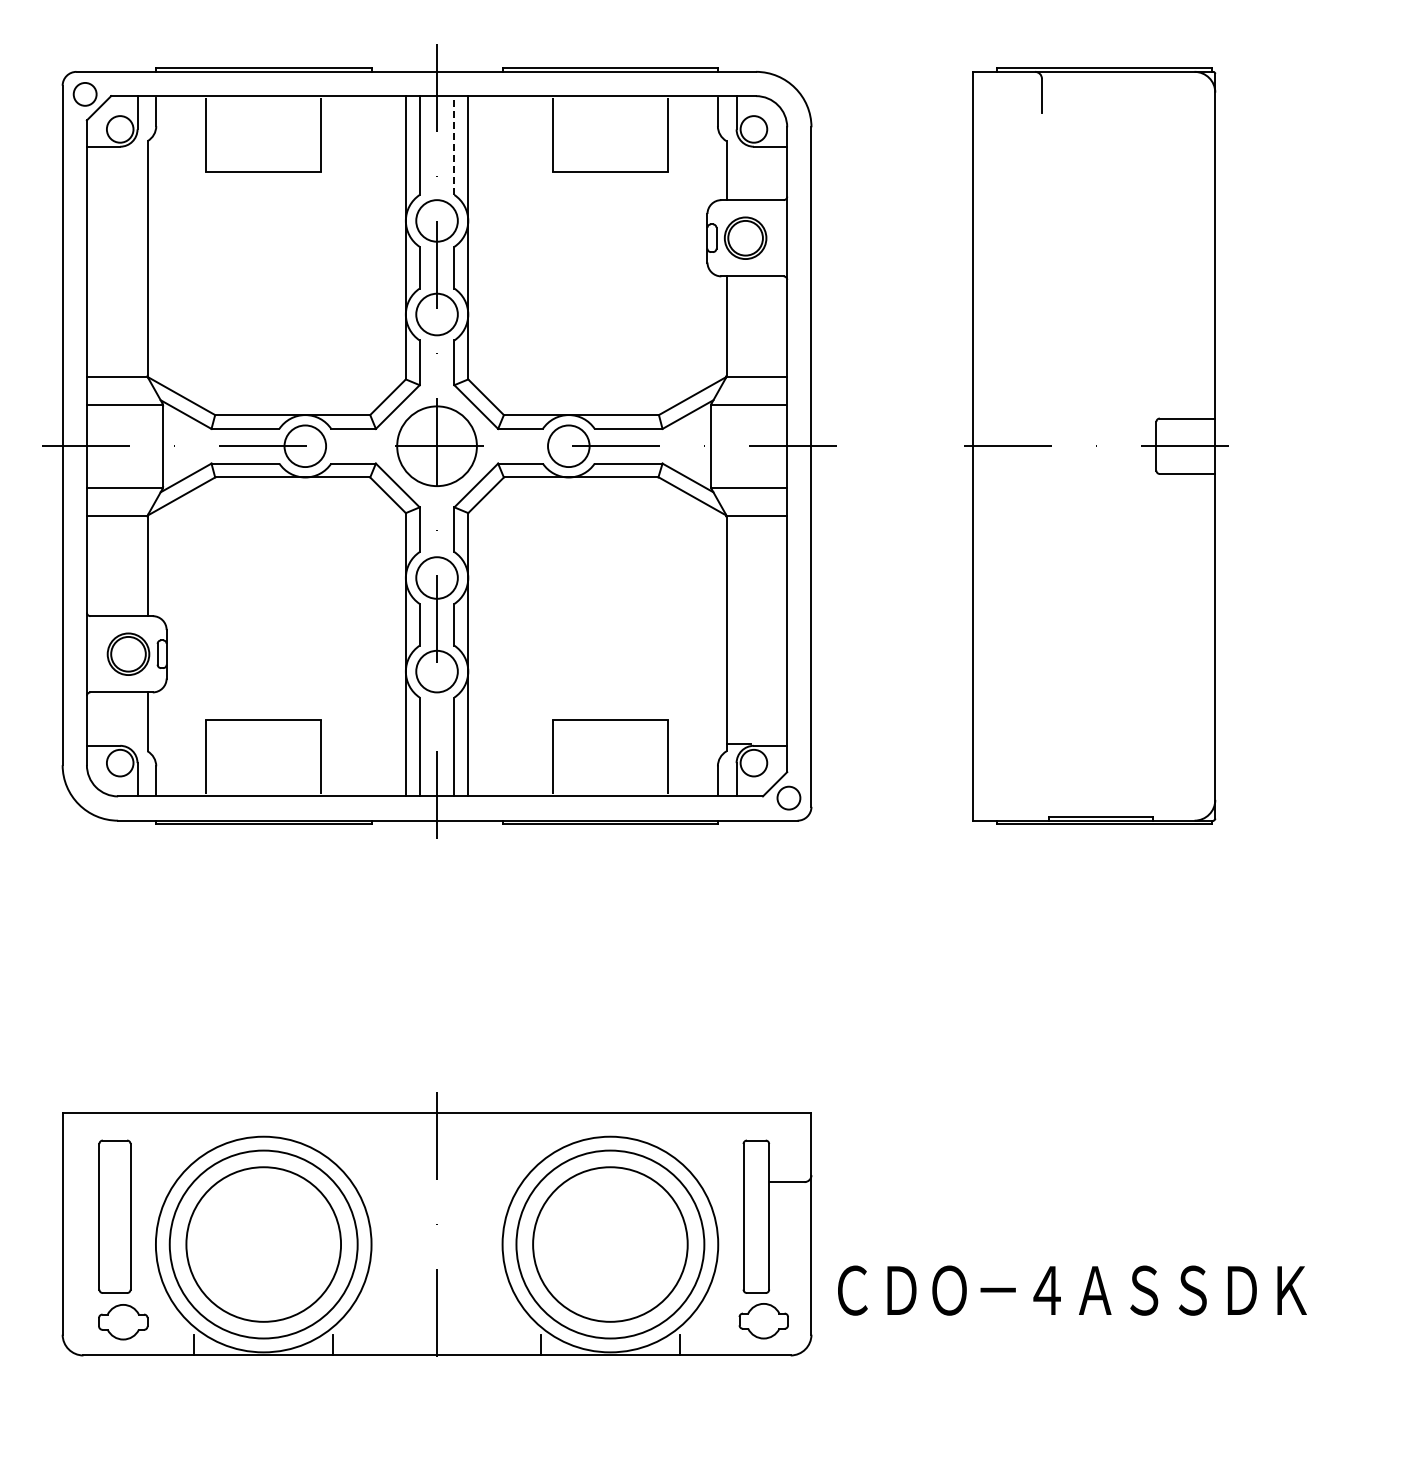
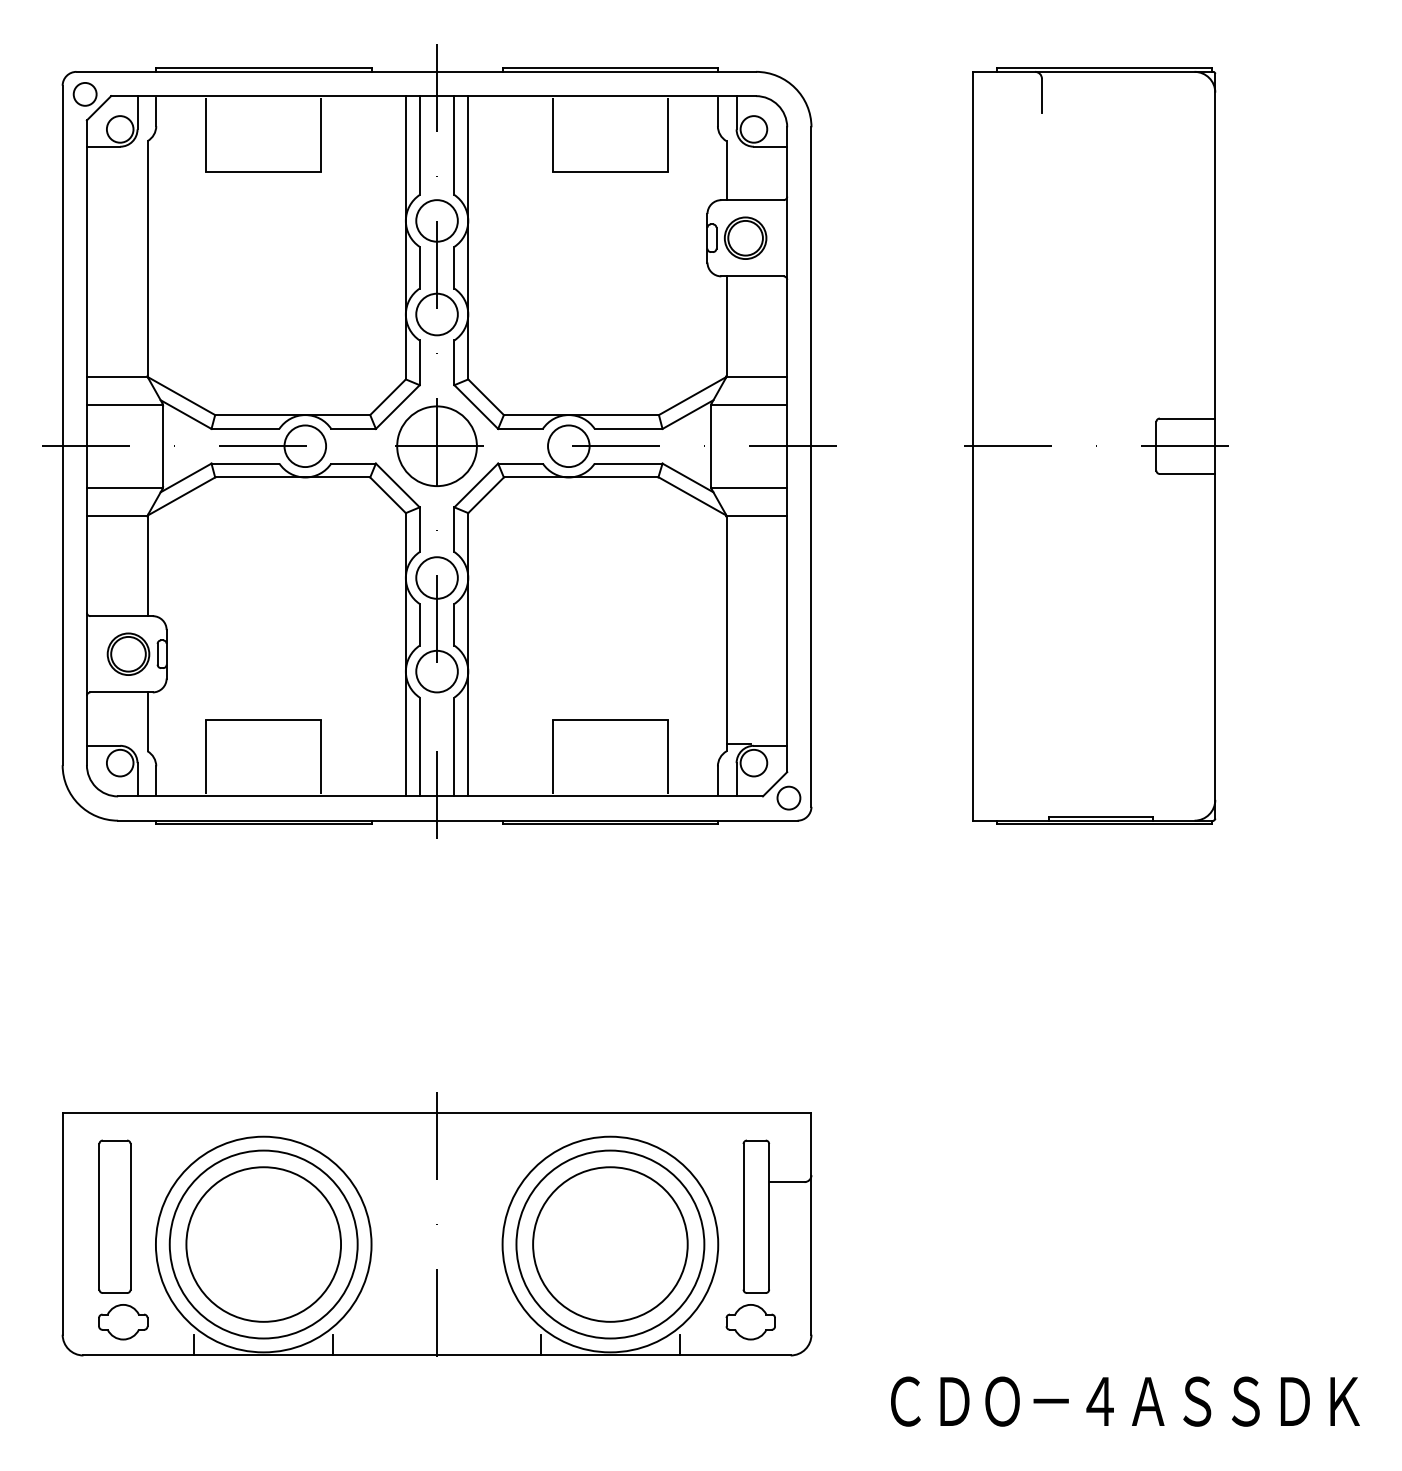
line at (454, 145): dashed -> solid
text at (1072, 1290) position: (1072, 1290) -> (1125, 1401)
part at (763, 1321) position: (763, 1321) -> (750, 1322)
